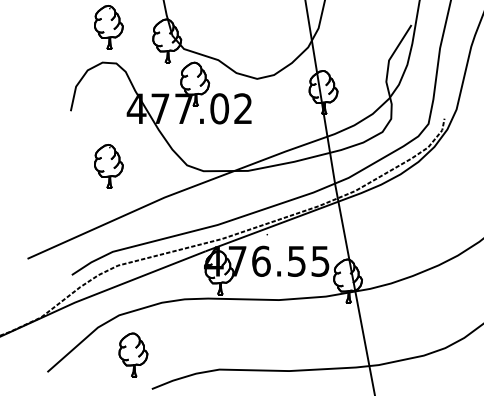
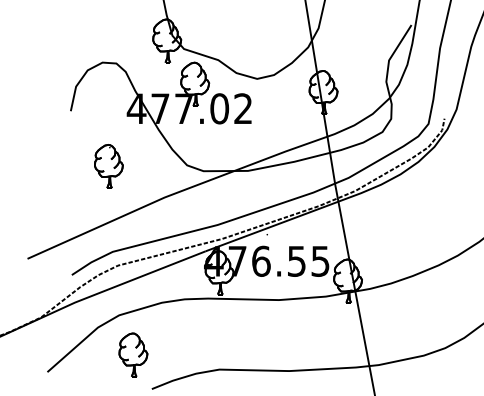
part at (108, 27): present -> none
